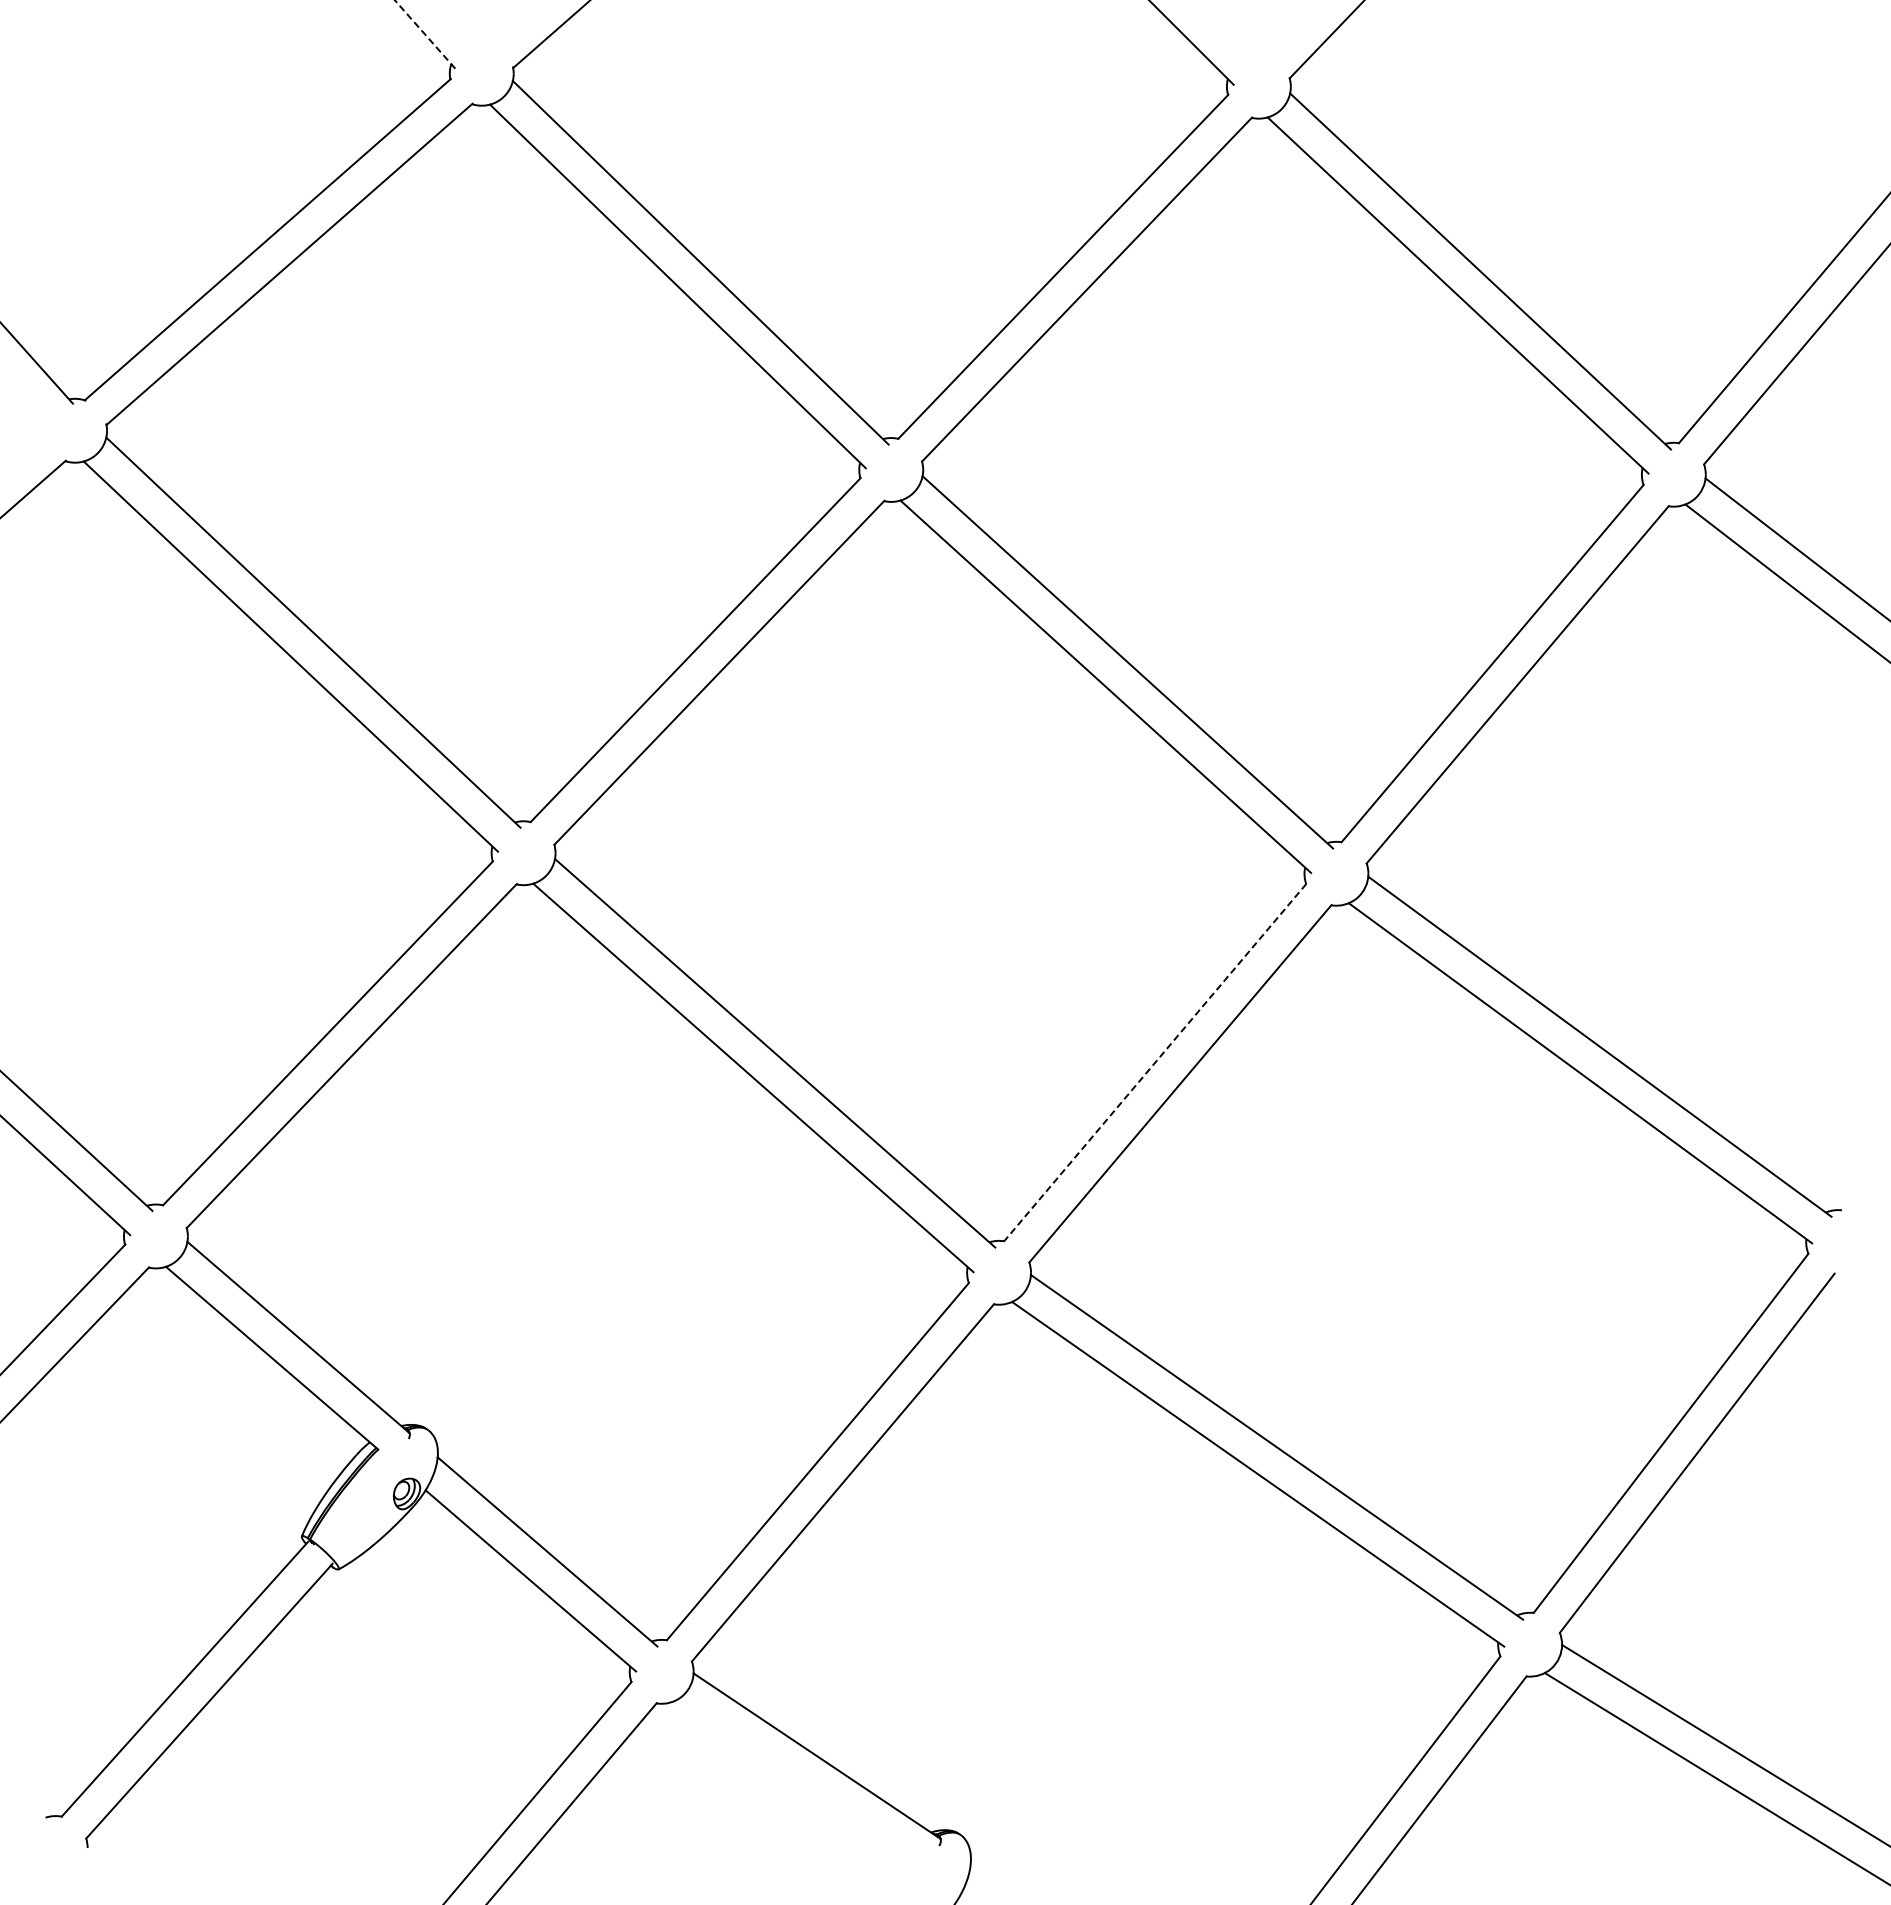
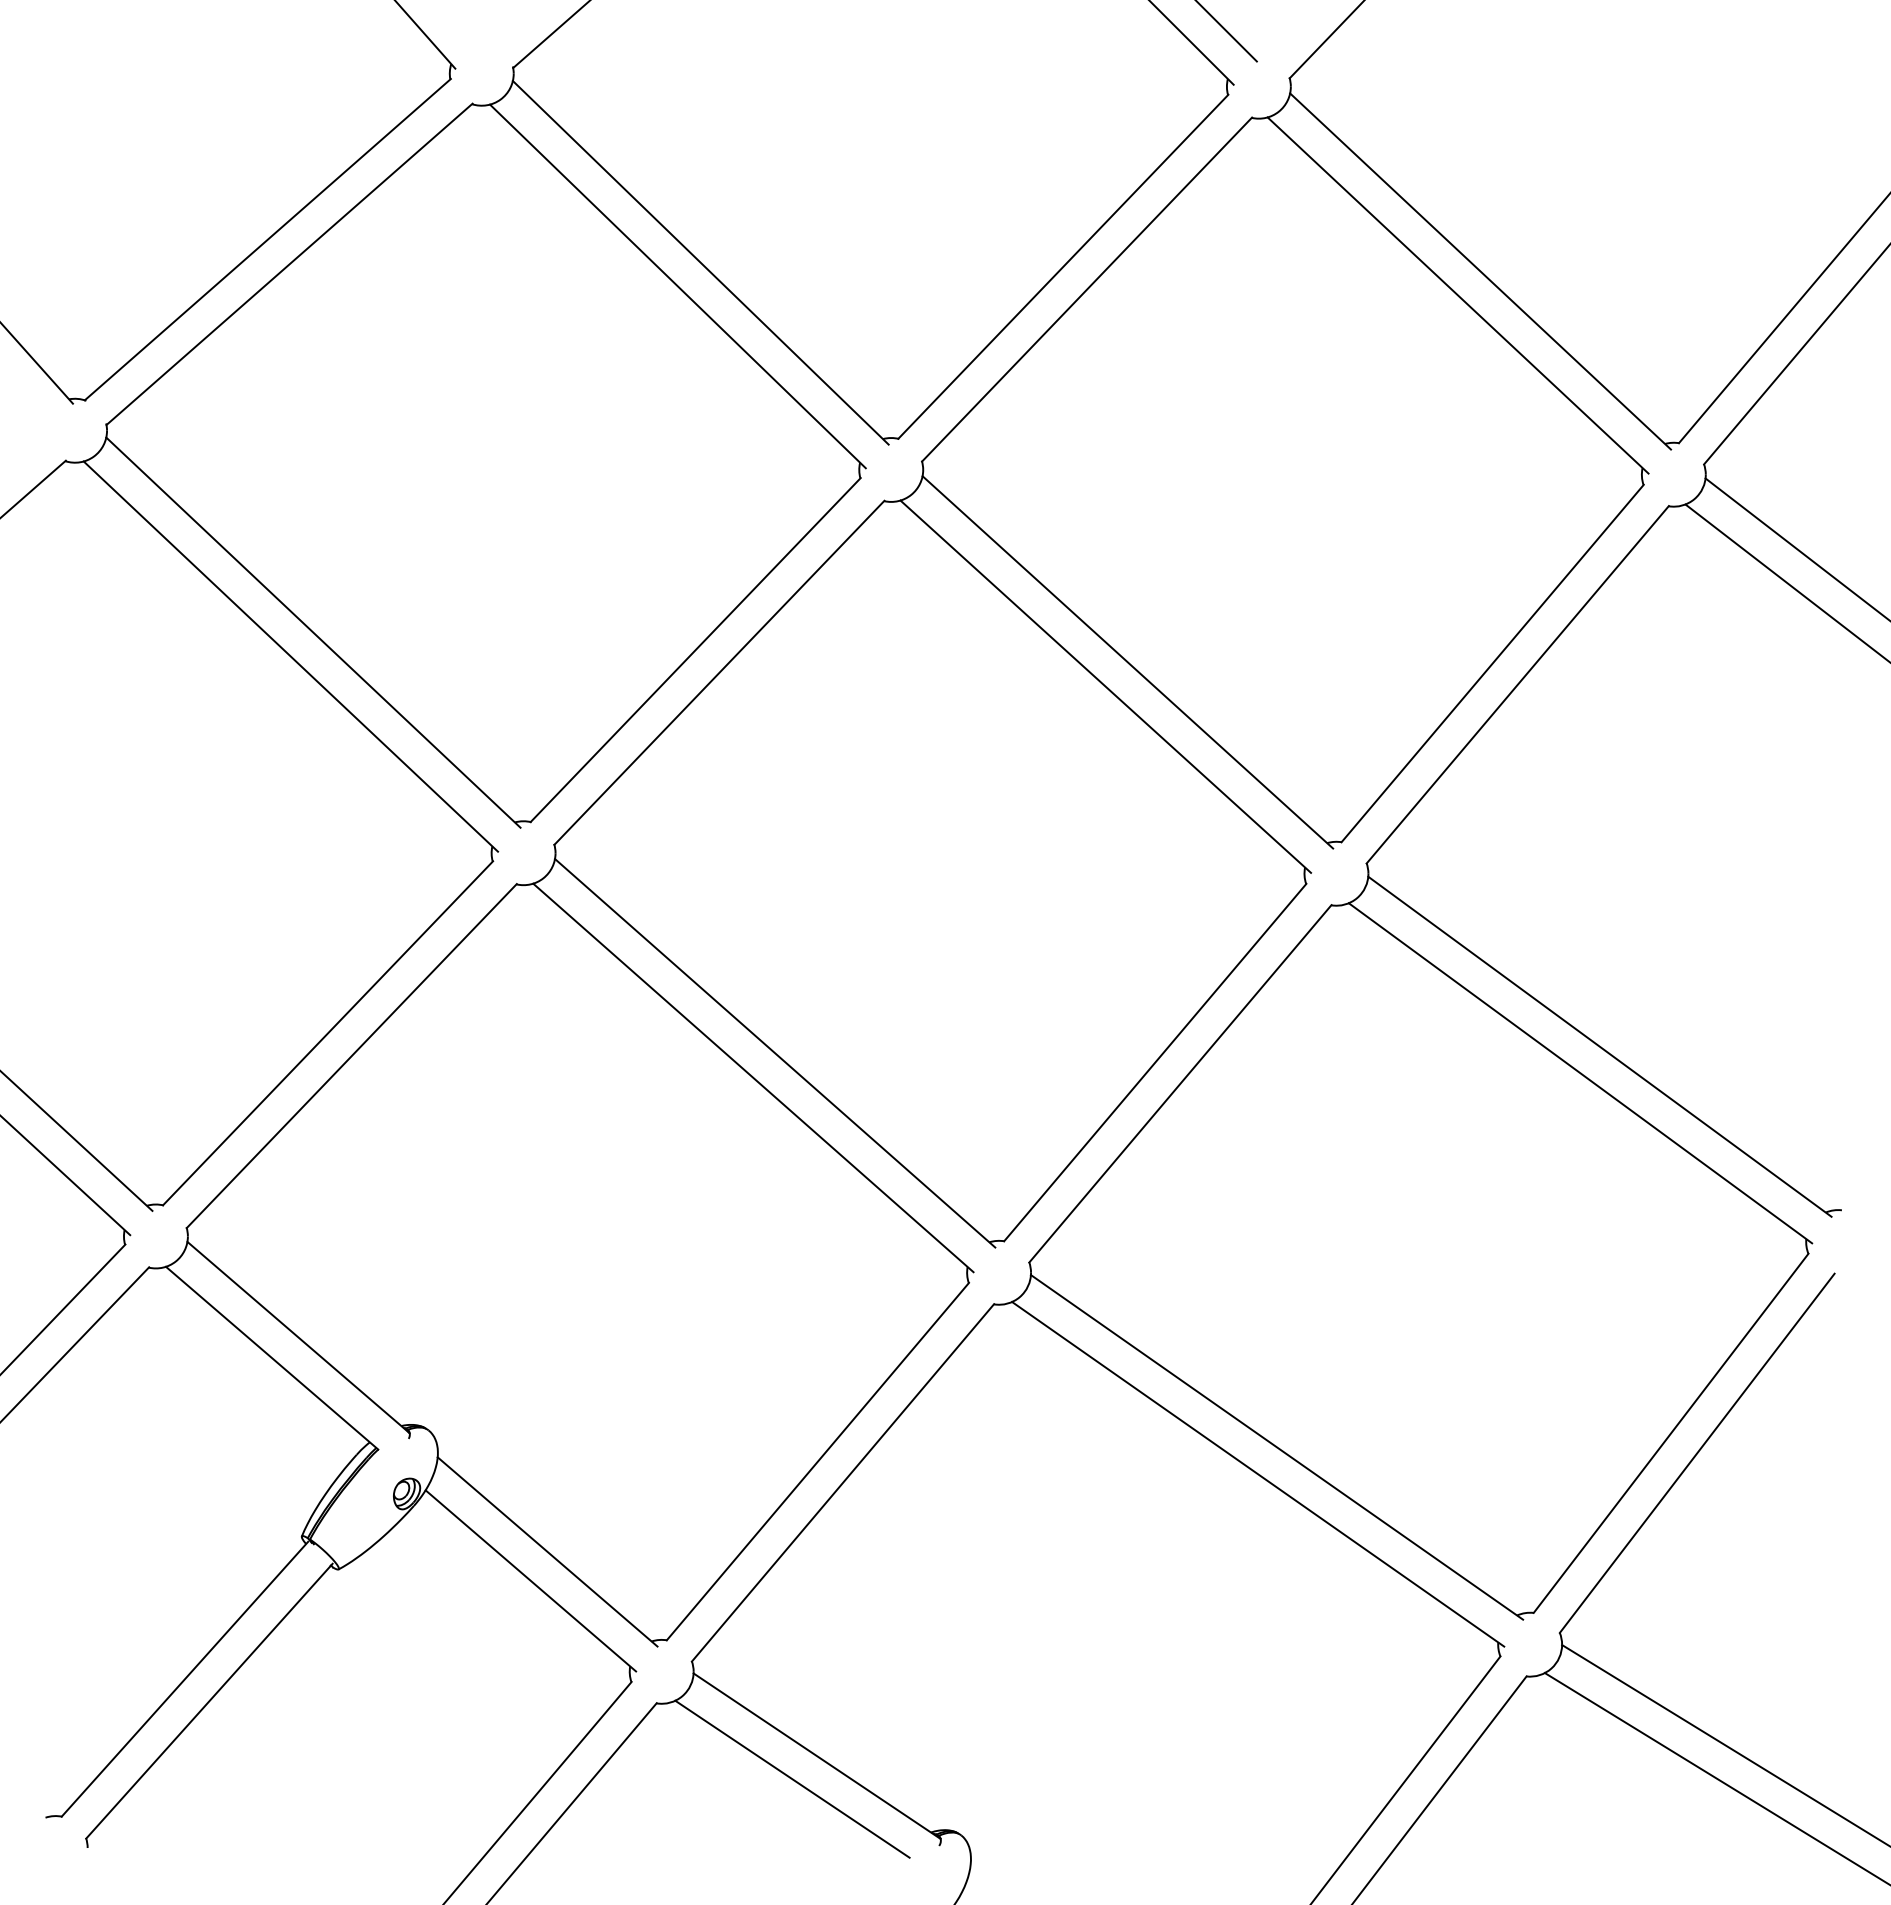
line at (1226, 31): none -> present
line at (424, 34): dashed -> solid
line at (1155, 1062): dashed -> solid
line at (792, 1778): none -> present
